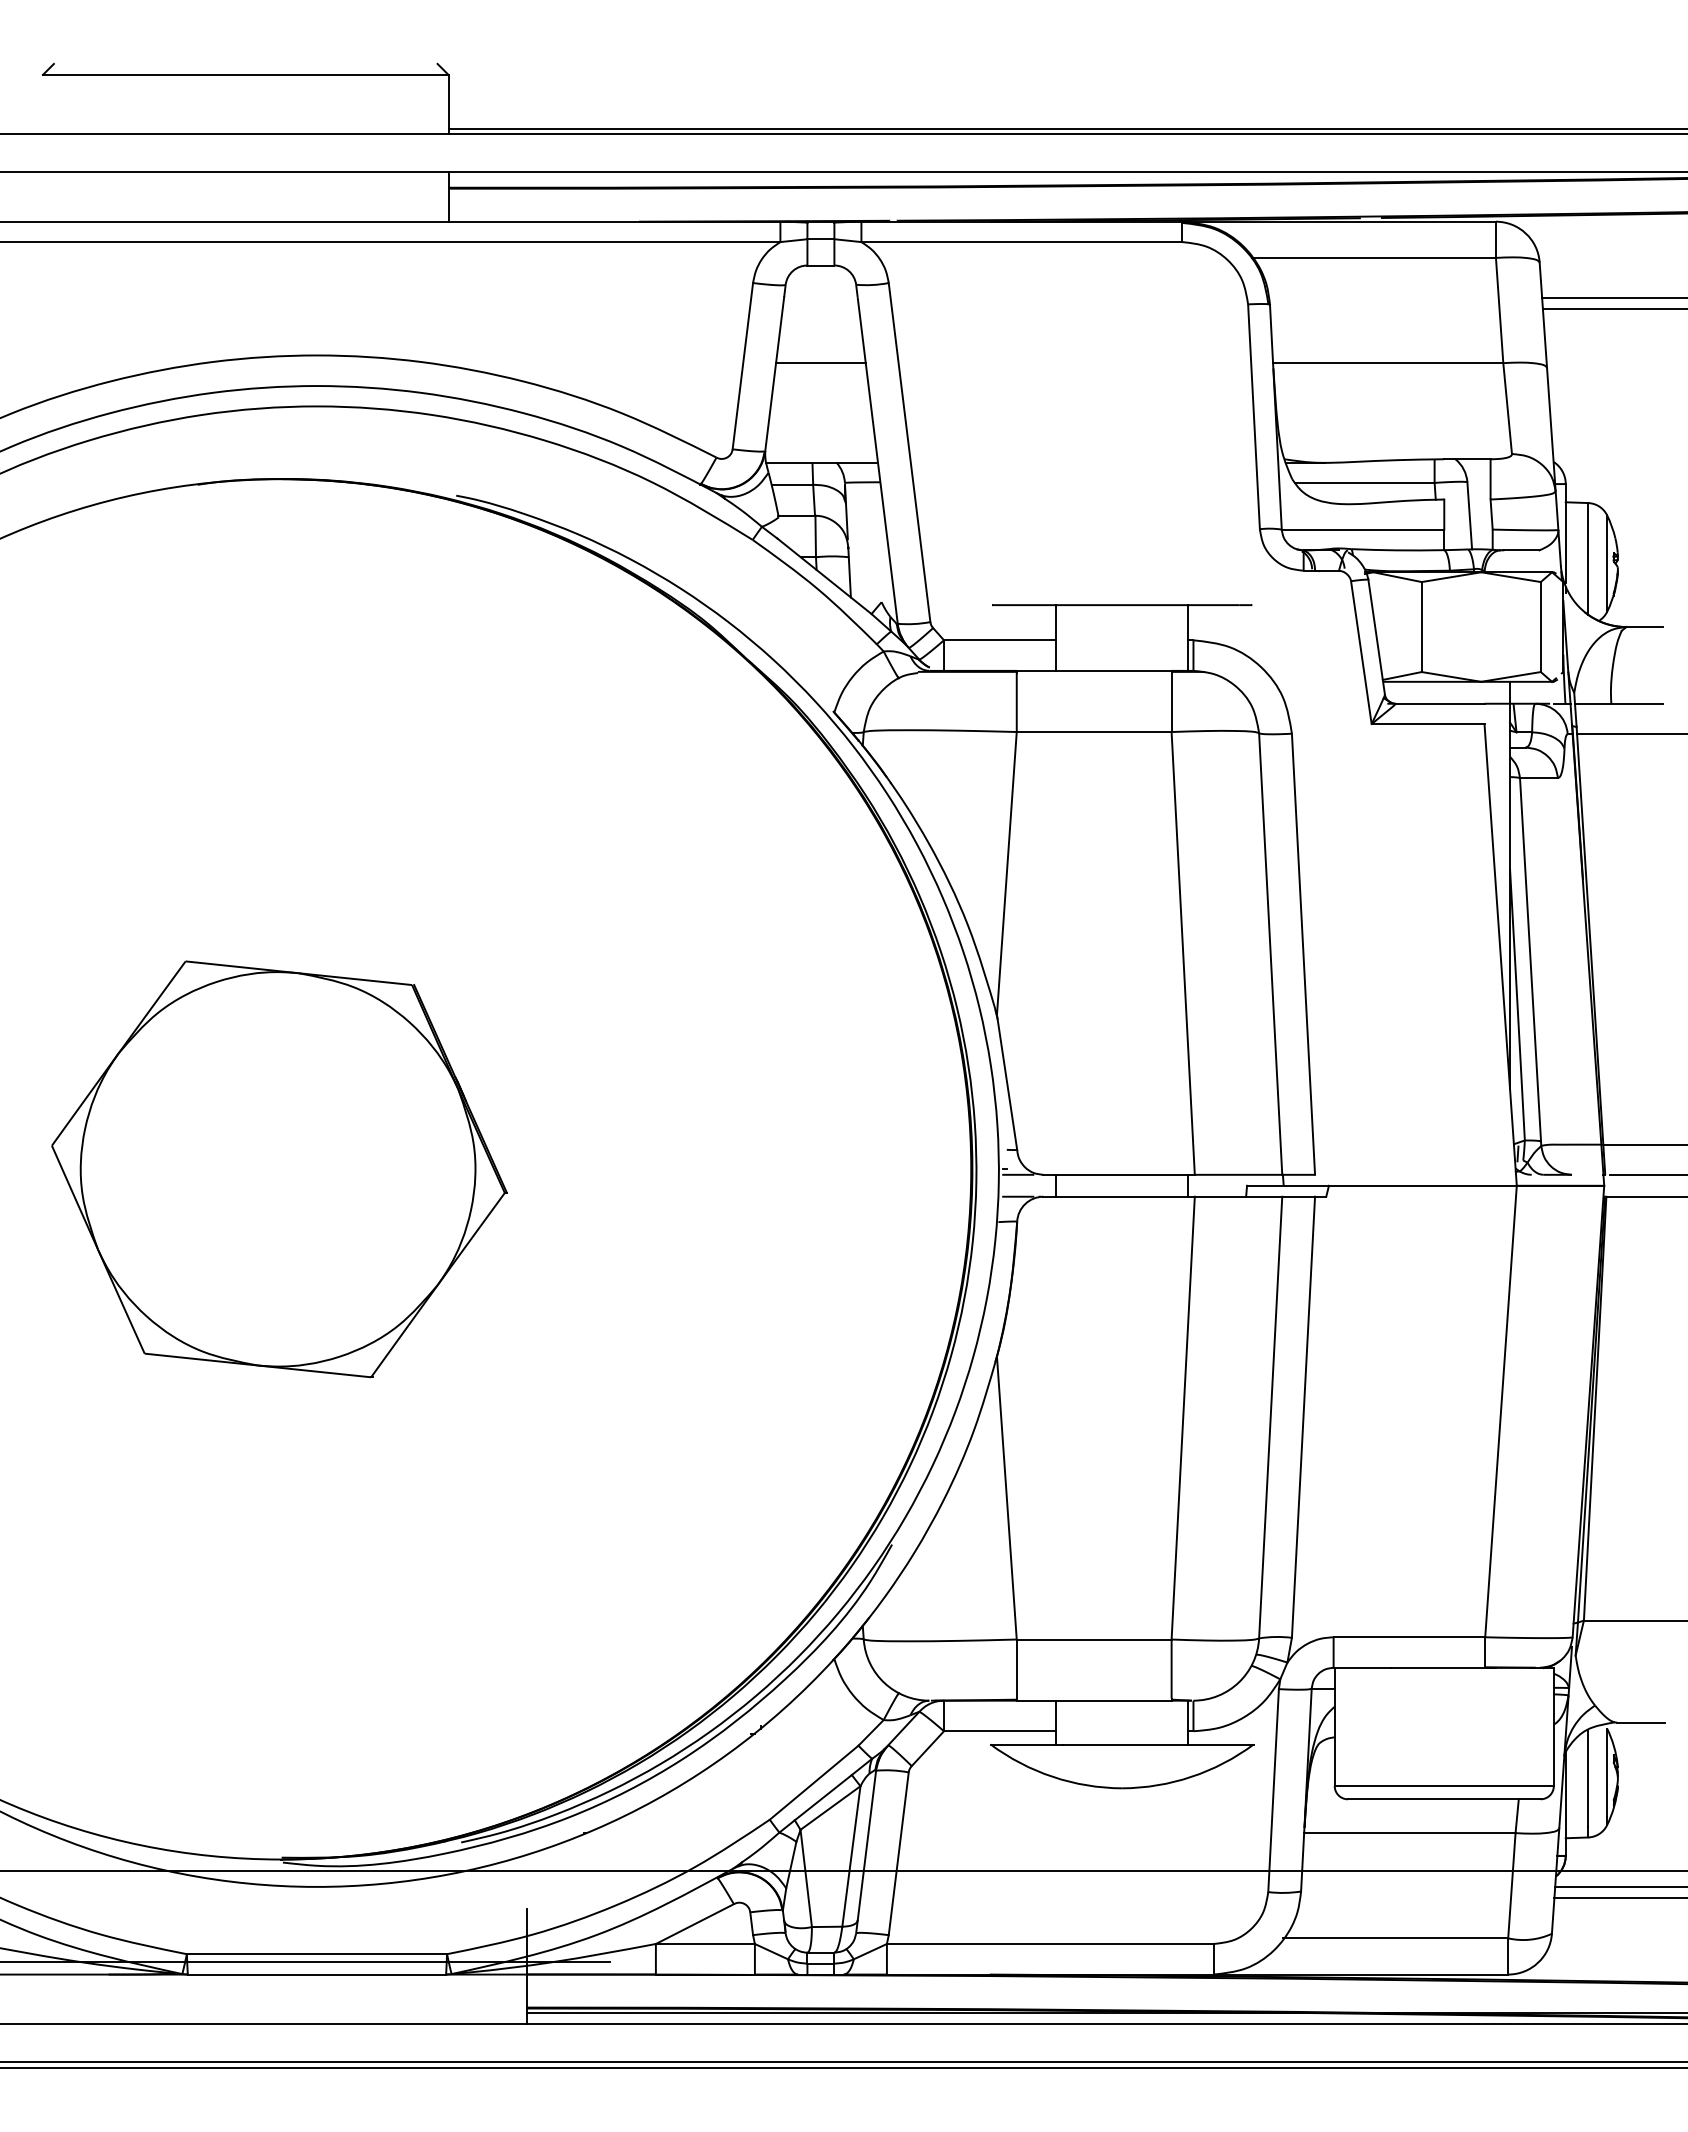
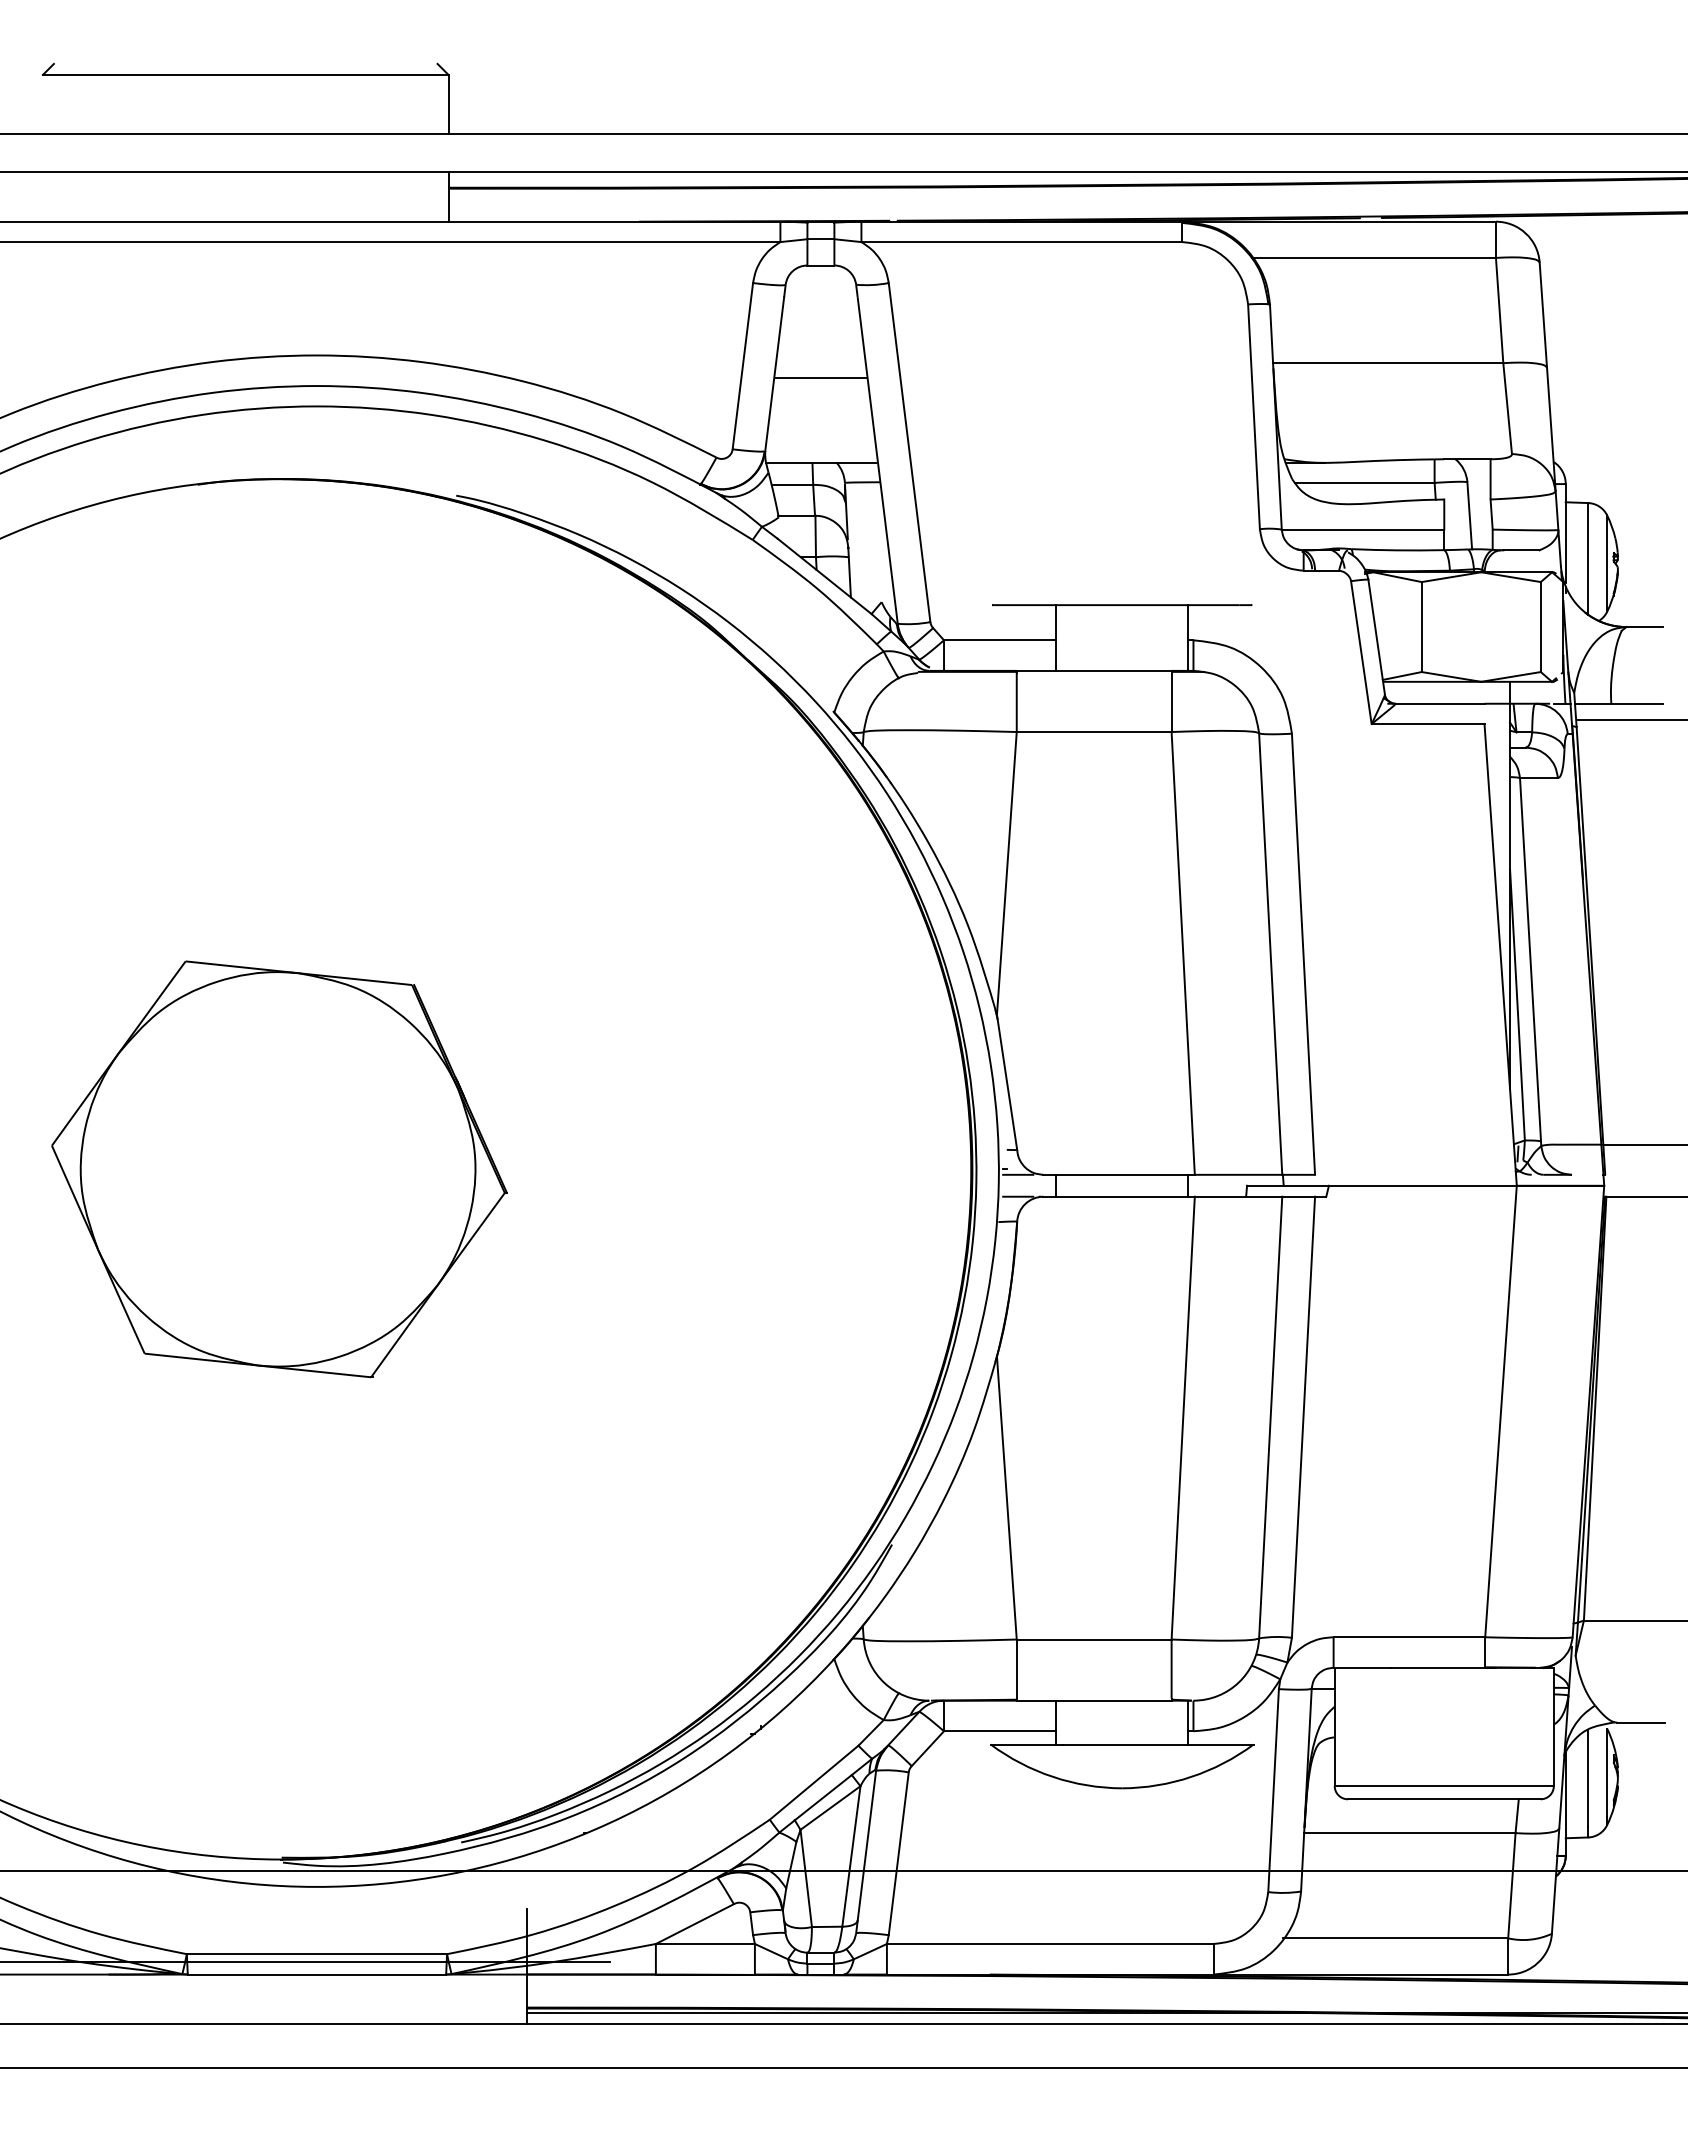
line at (1066, 128): present -> none
line at (1613, 298): present -> none
line at (1613, 309): present -> none
line at (820, 363) position: (820, 363) -> (820, 378)
line at (1630, 734) position: (1630, 734) -> (1630, 720)
line at (1646, 1174): present -> none
line at (1619, 1886): present -> none
line at (1619, 1897): present -> none
line at (843, 2062): present -> none
